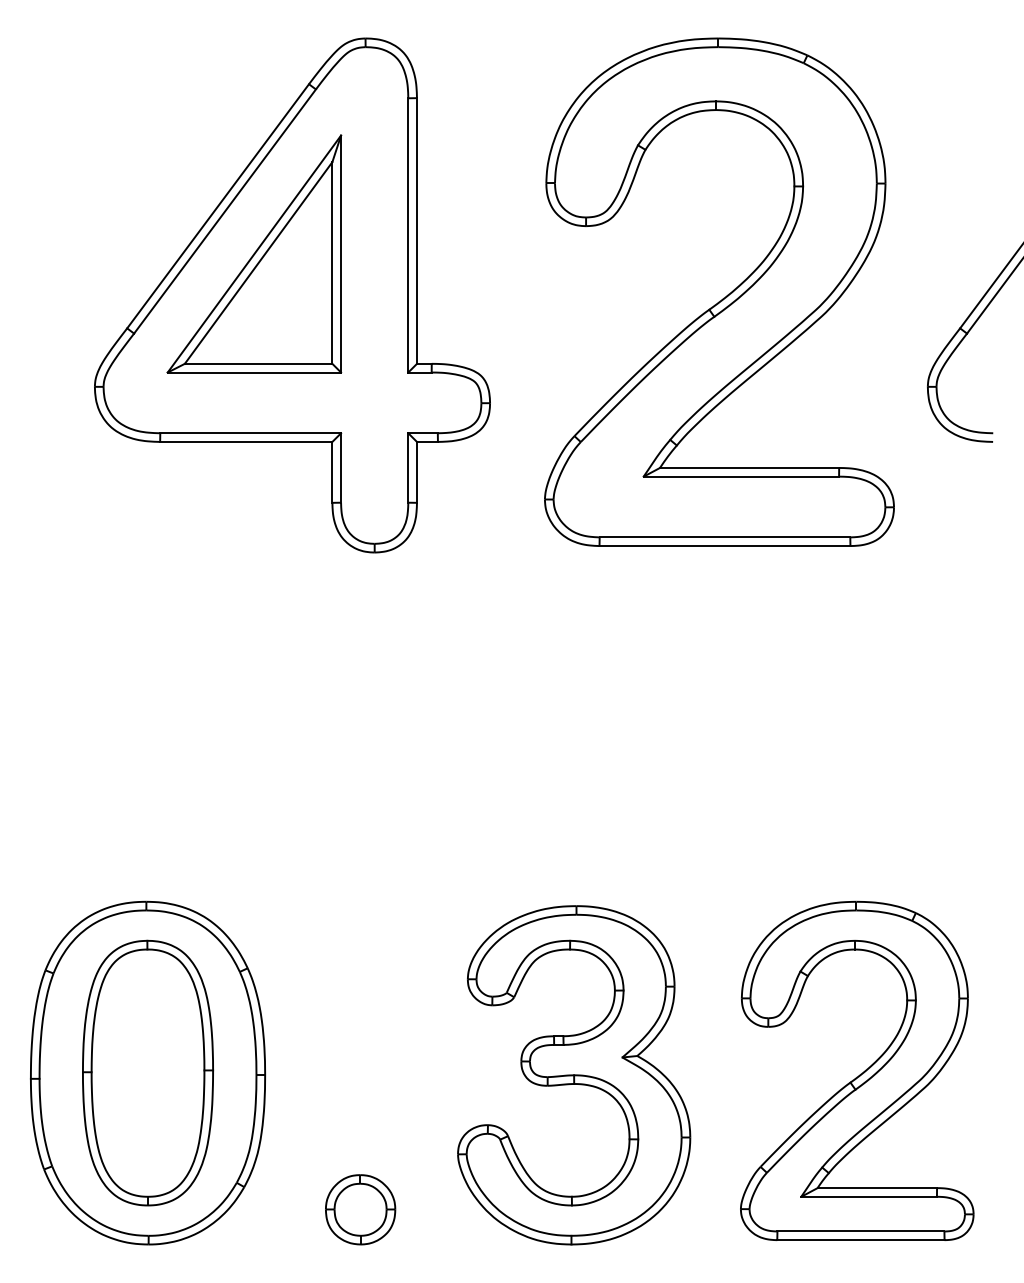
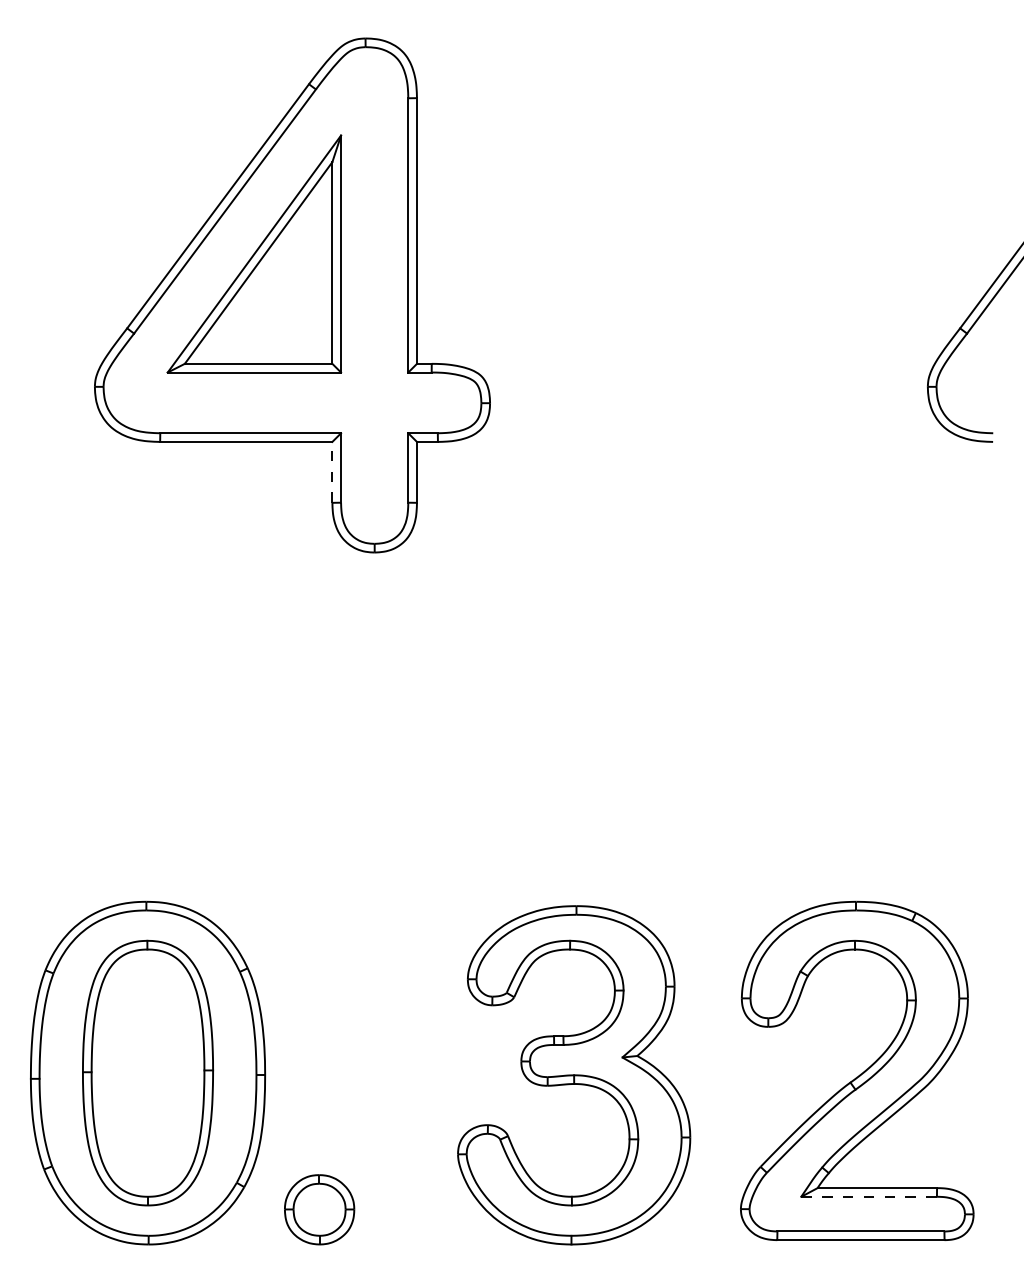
part at (723, 297): present -> none
line at (332, 471): solid -> dashed
line at (869, 1196): solid -> dashed
part at (360, 1209) position: (360, 1209) -> (319, 1209)
